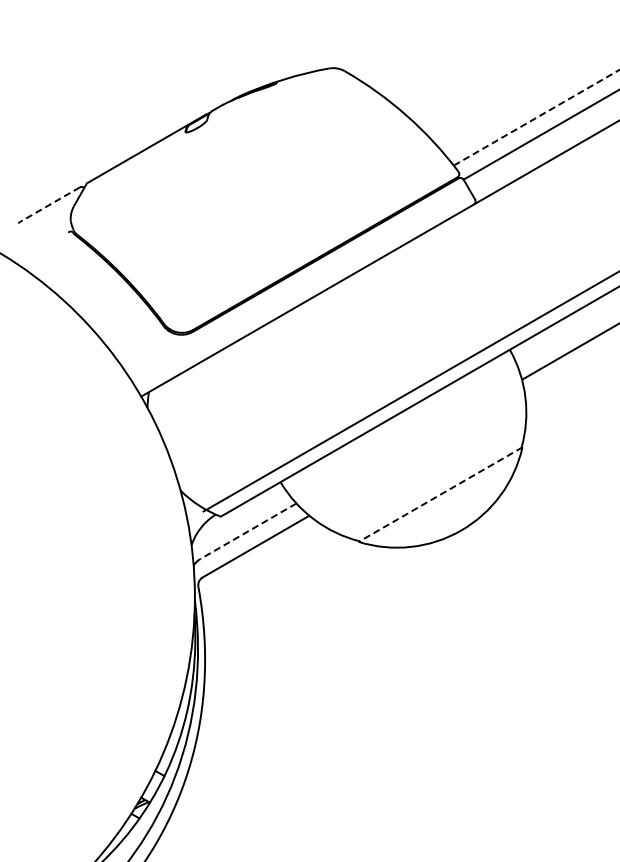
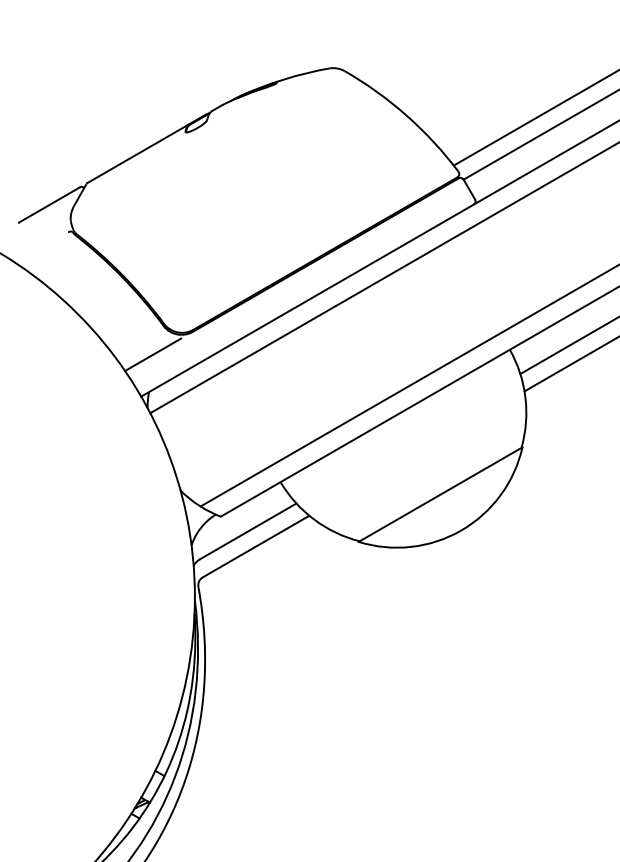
line at (537, 117): dashed -> solid
line at (49, 204): dashed -> solid
line at (383, 278): none -> present
line at (569, 351) position: (569, 351) -> (568, 346)
line at (153, 354): none -> present
line at (570, 364): none -> present
line at (409, 391) position: (409, 391) -> (408, 386)
line at (440, 494): dashed -> solid
line at (247, 531): dashed -> solid
